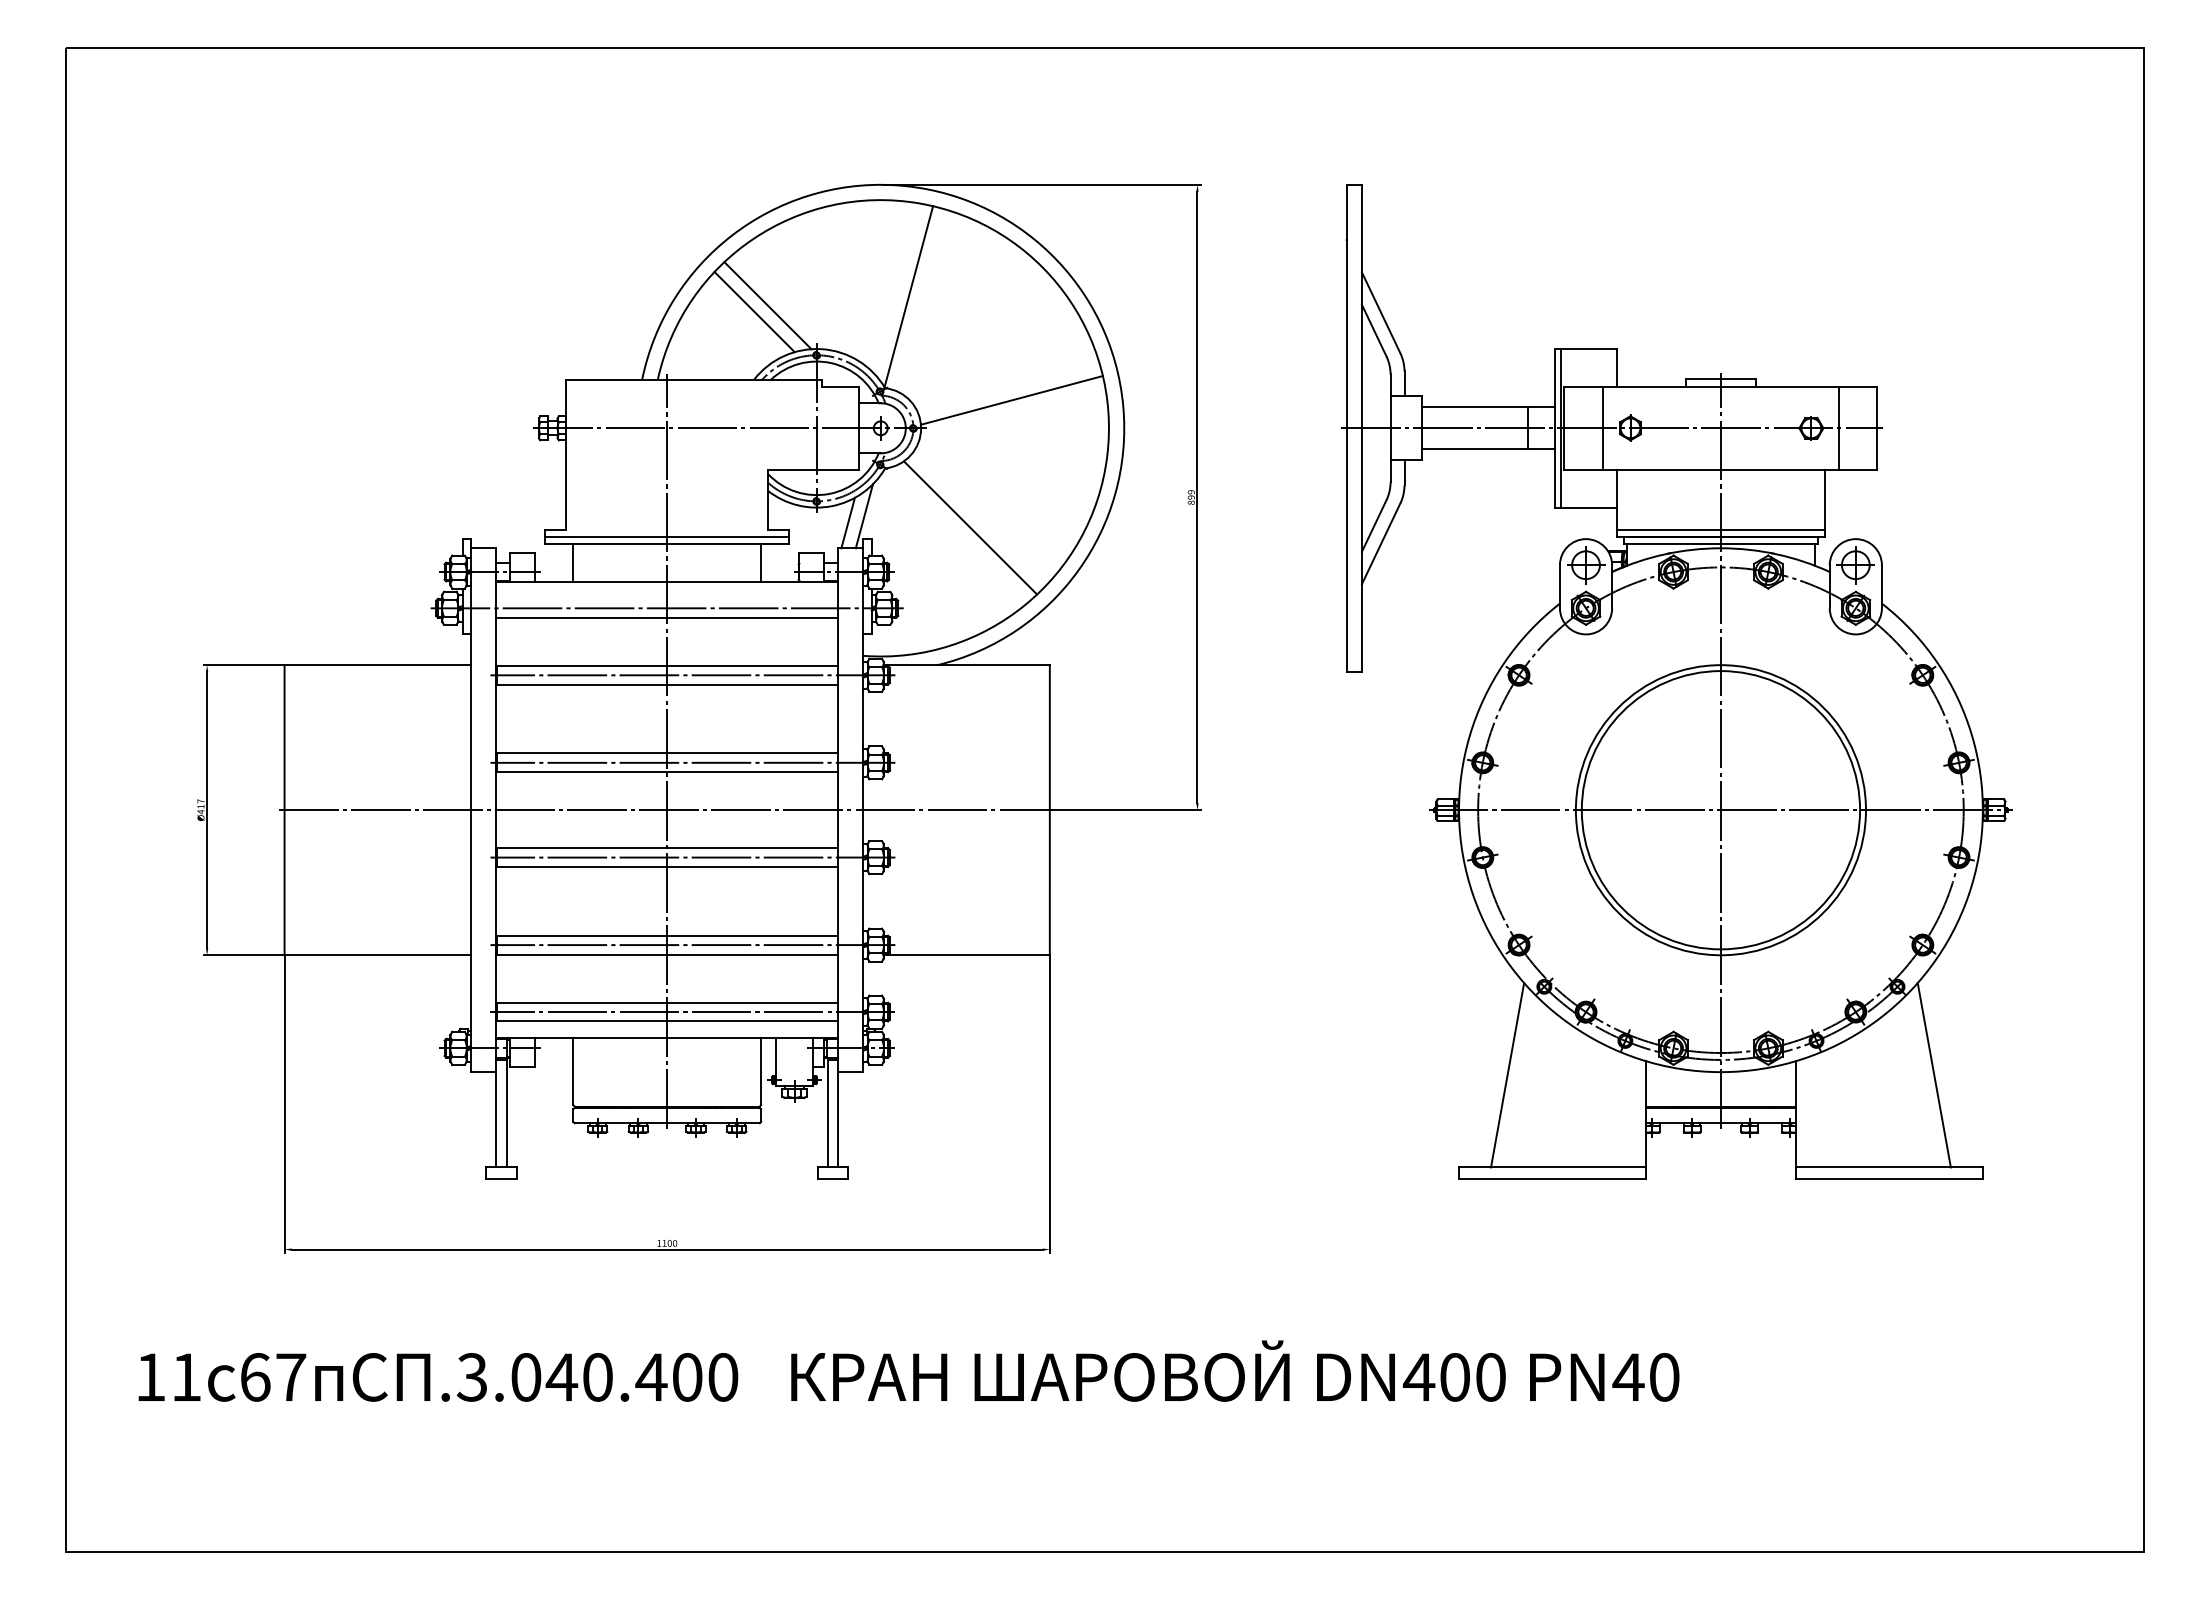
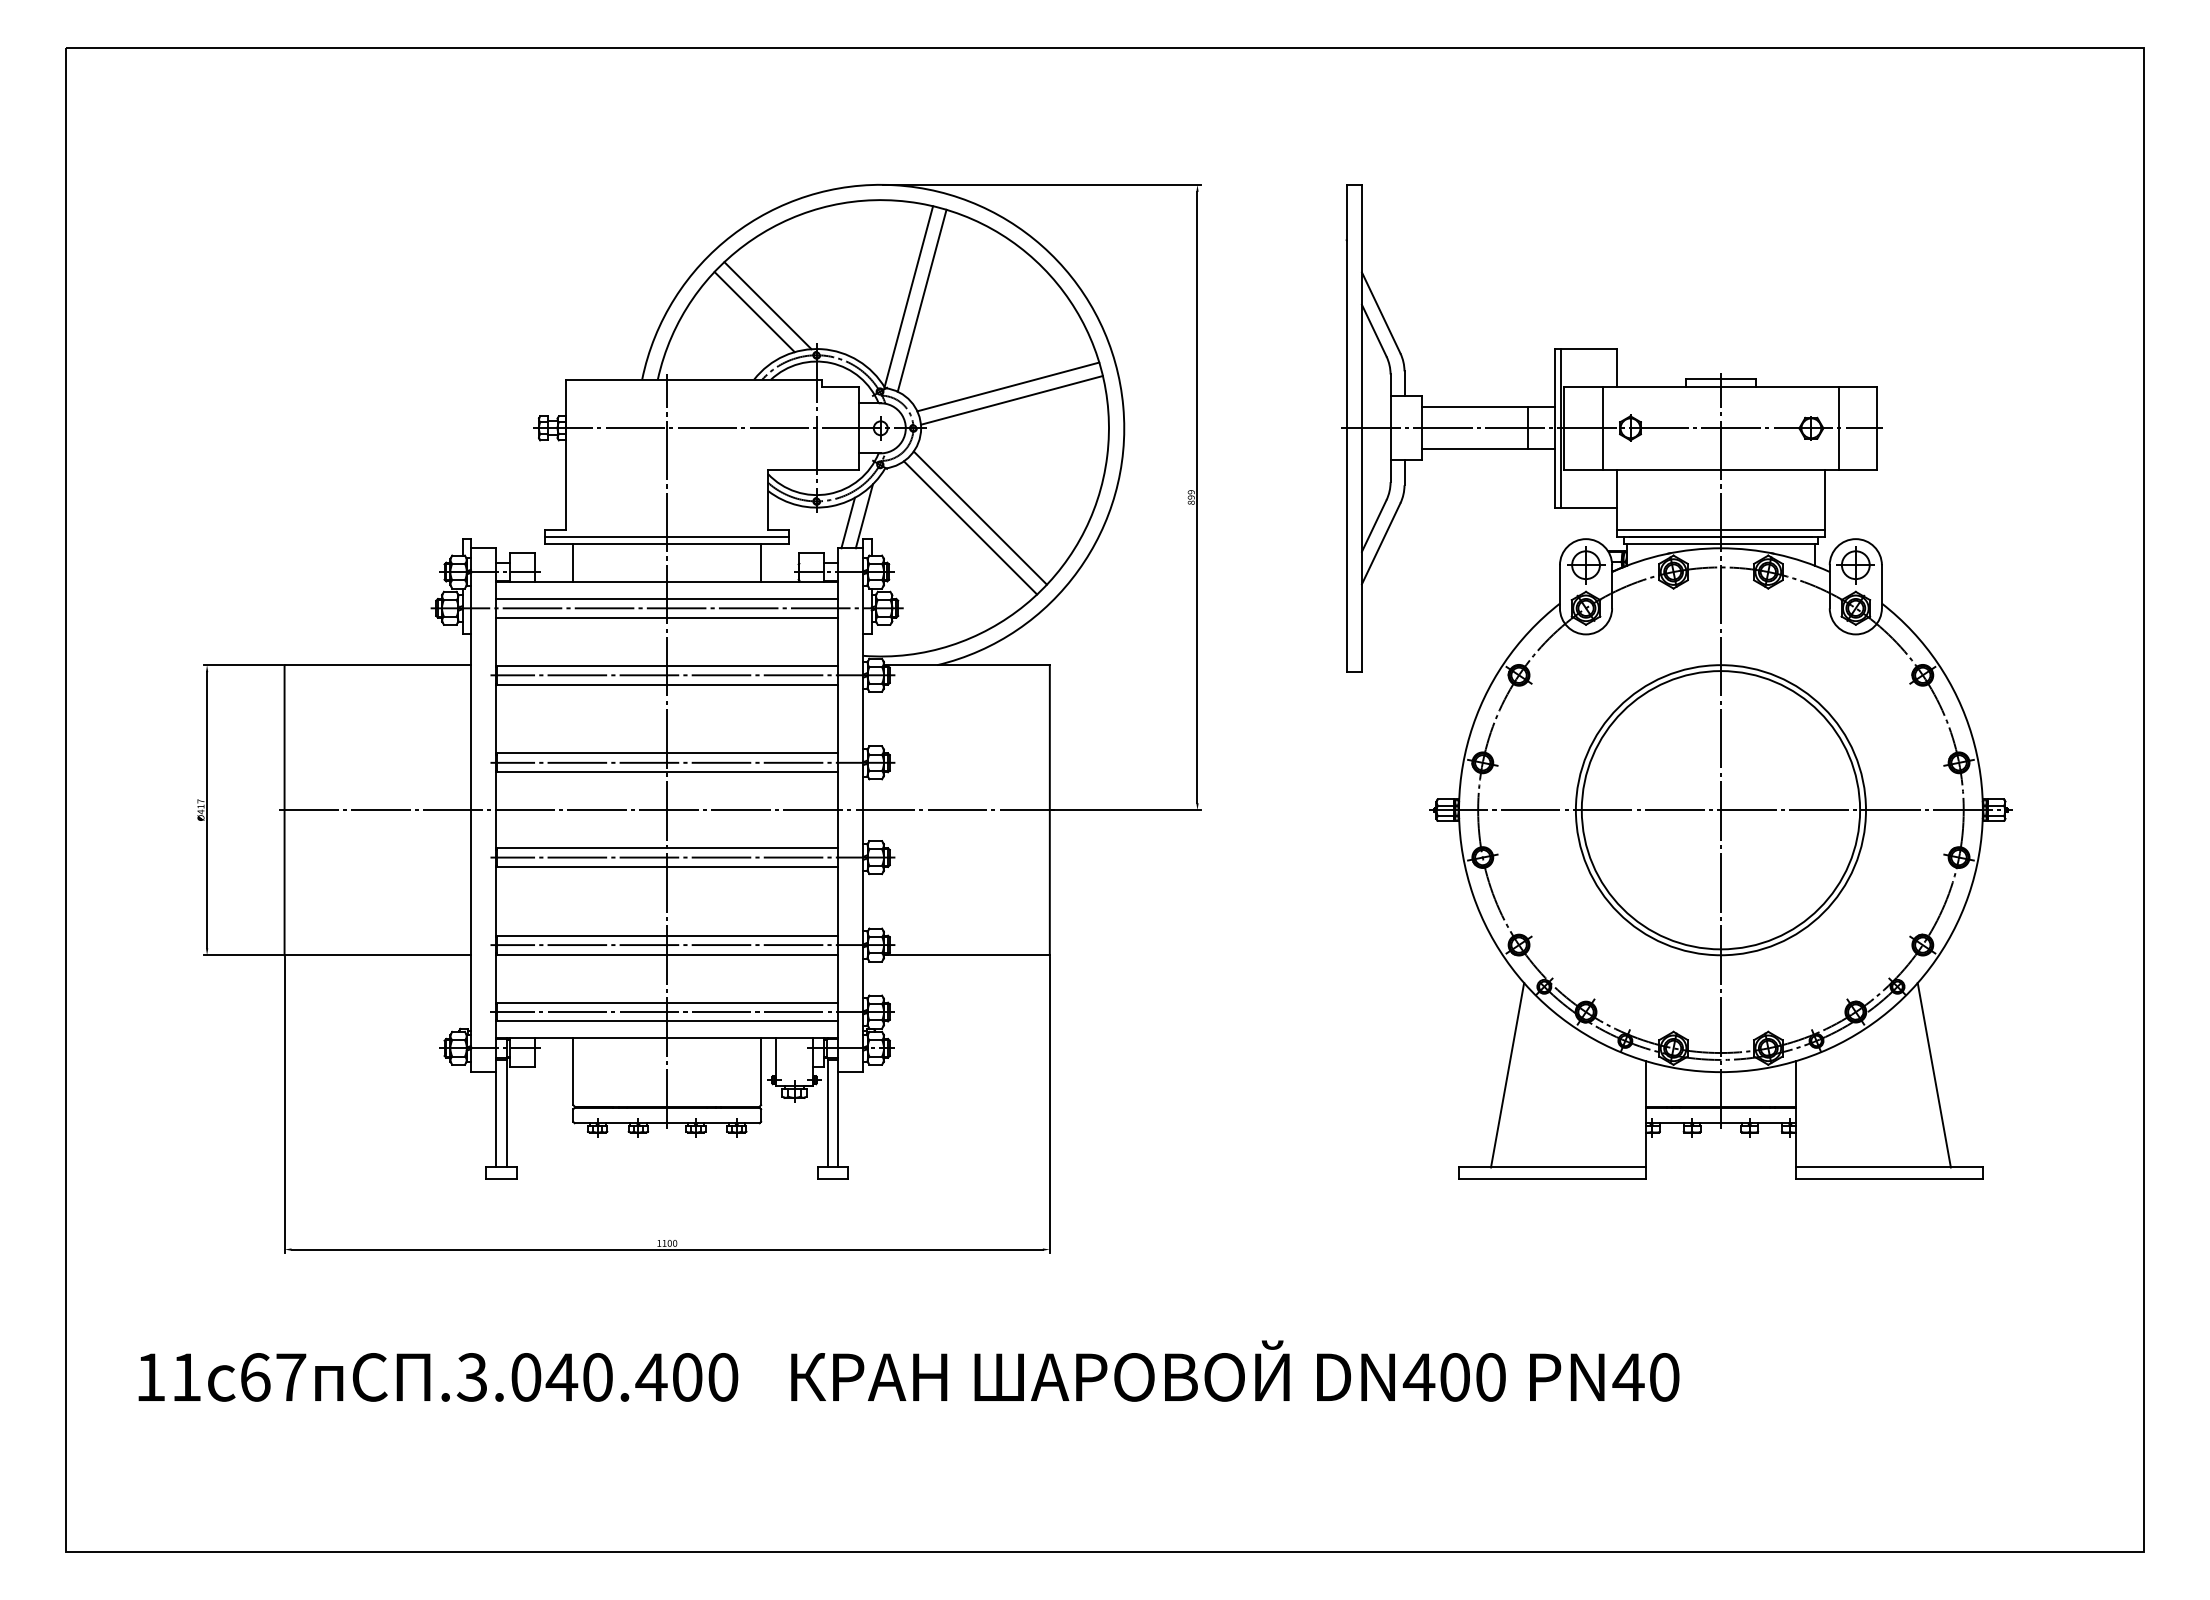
line at (921, 300): none -> present
line at (1008, 386): none -> present
line at (979, 517): none -> present
line at (667, 598): none -> present
